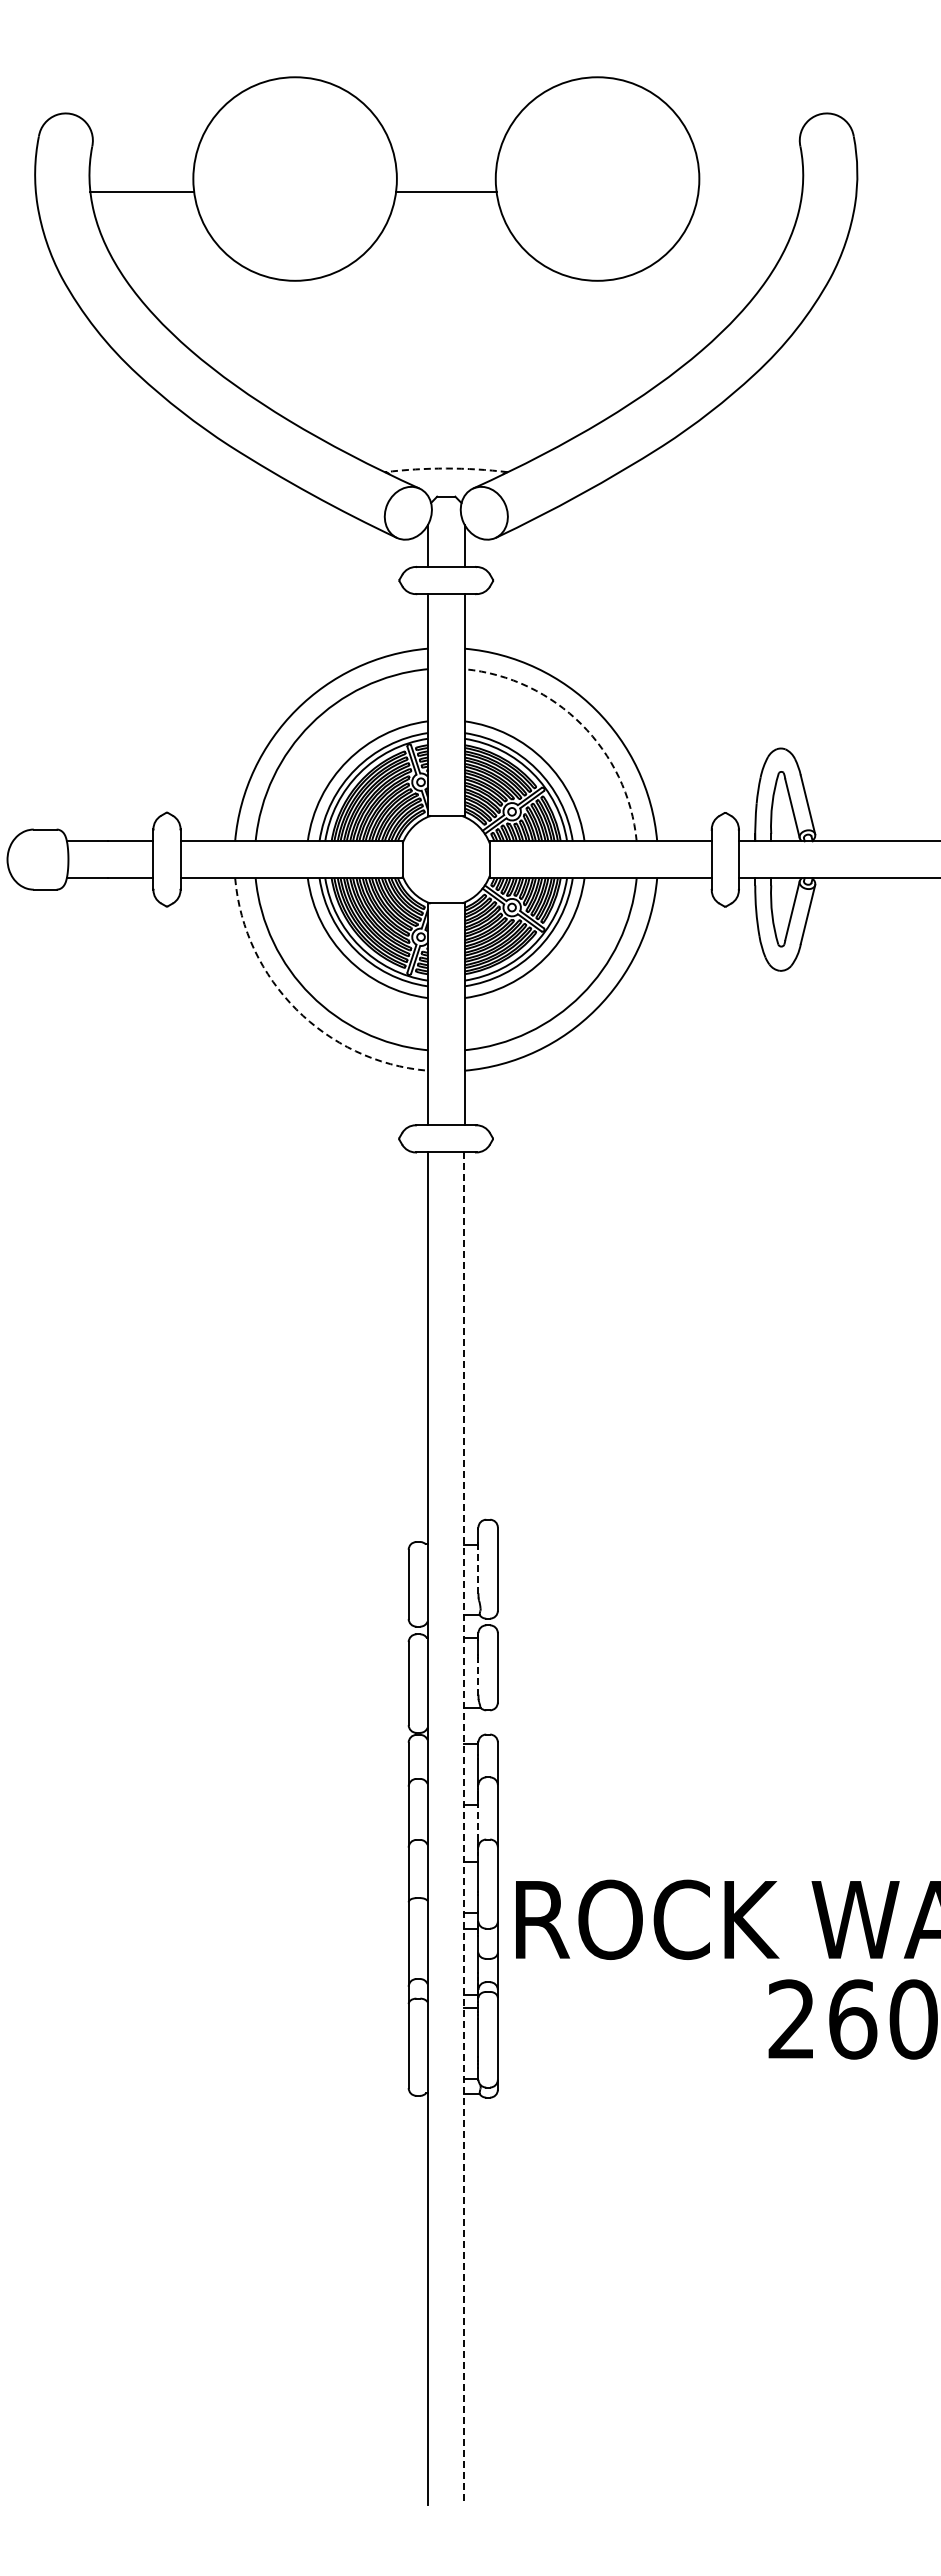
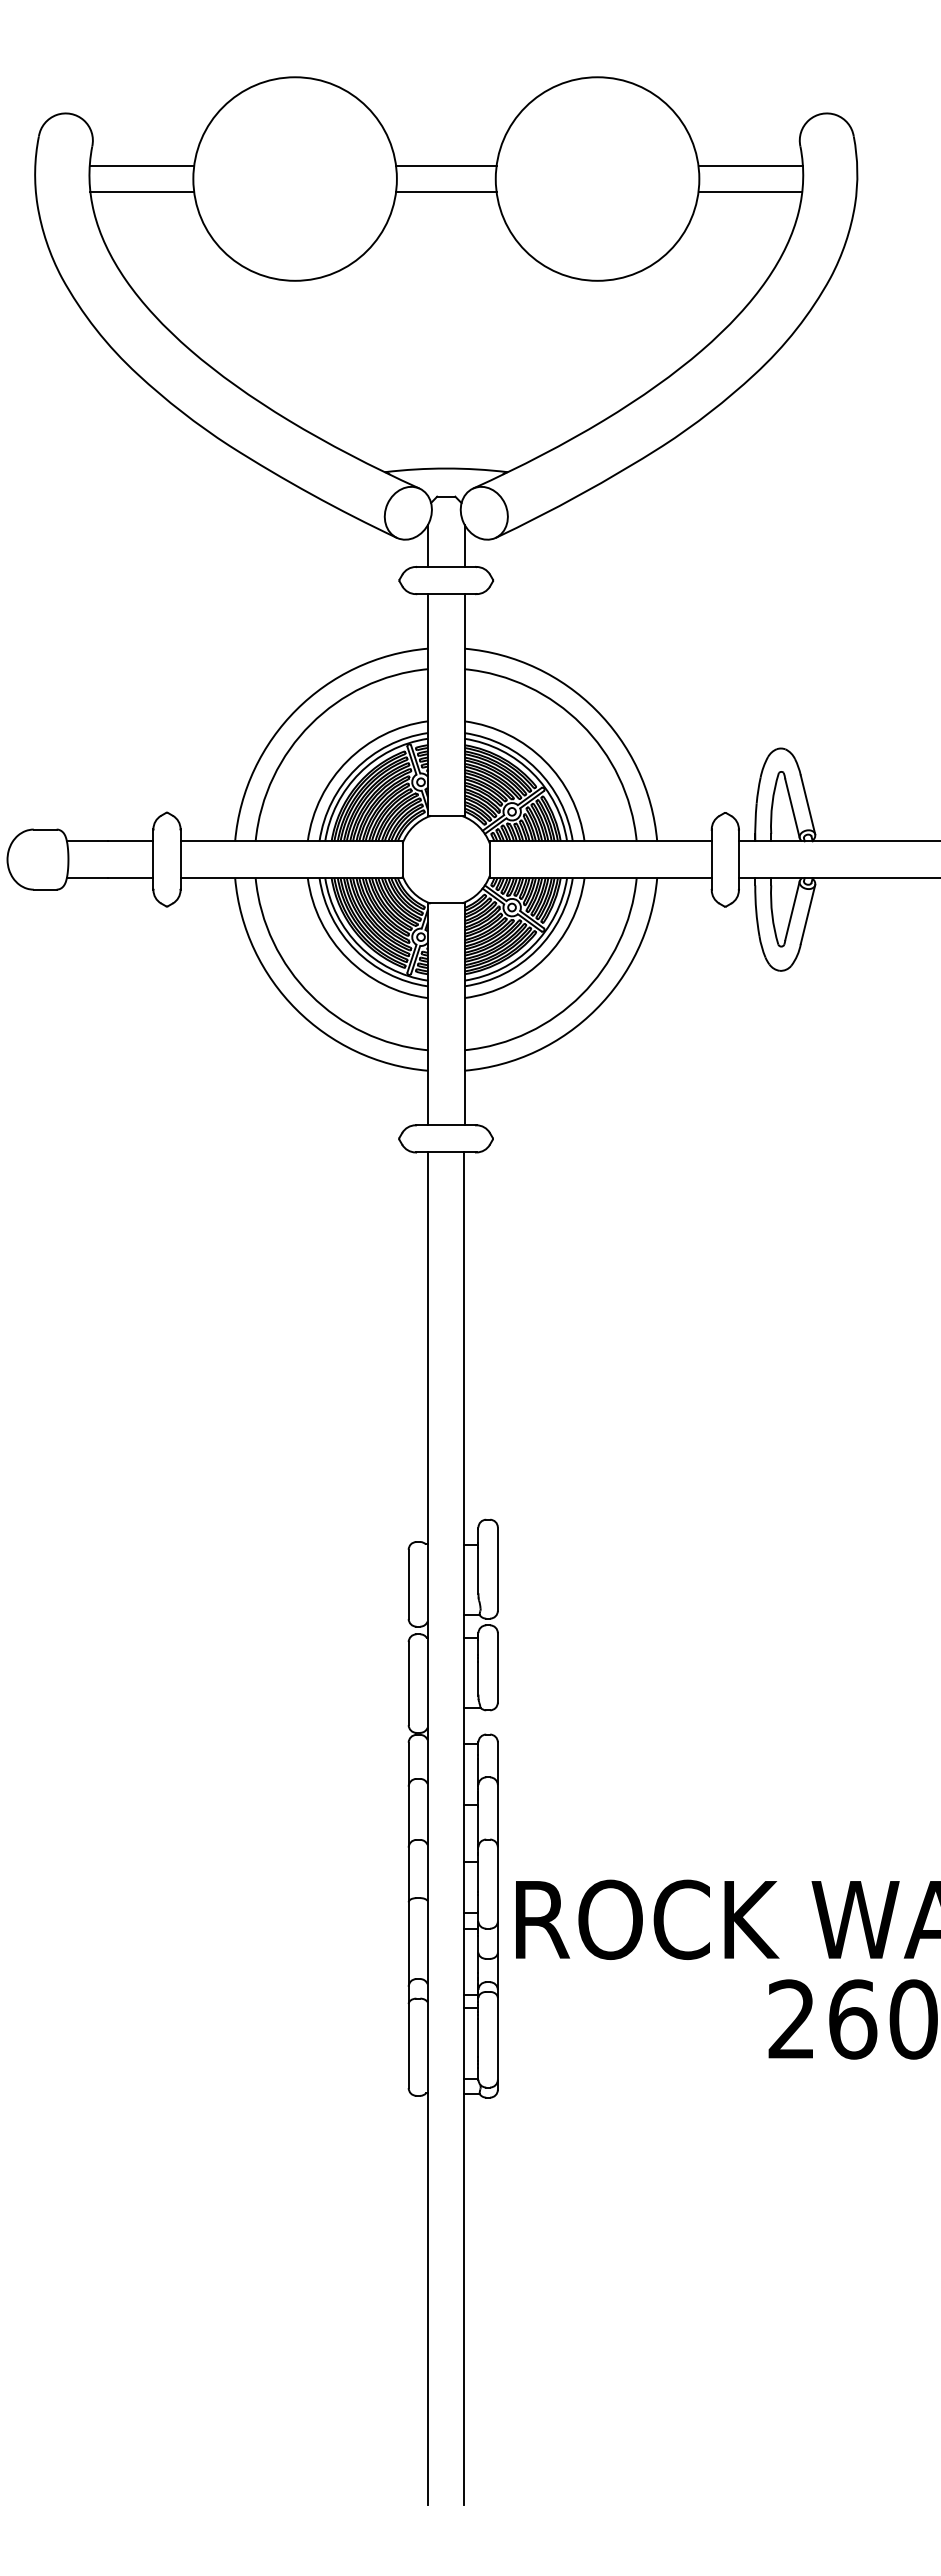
line at (141, 166): none -> present
line at (446, 166): none -> present
line at (750, 166): none -> present
line at (750, 191): none -> present
arc at (446, 468): dashed -> solid
arc at (581, 724): dashed -> solid
arc at (296, 1009): dashed -> solid
line at (478, 1570): dashed -> solid
line at (478, 1678): dashed -> solid
line at (478, 1823): dashed -> solid
line at (464, 1829): dashed -> solid
